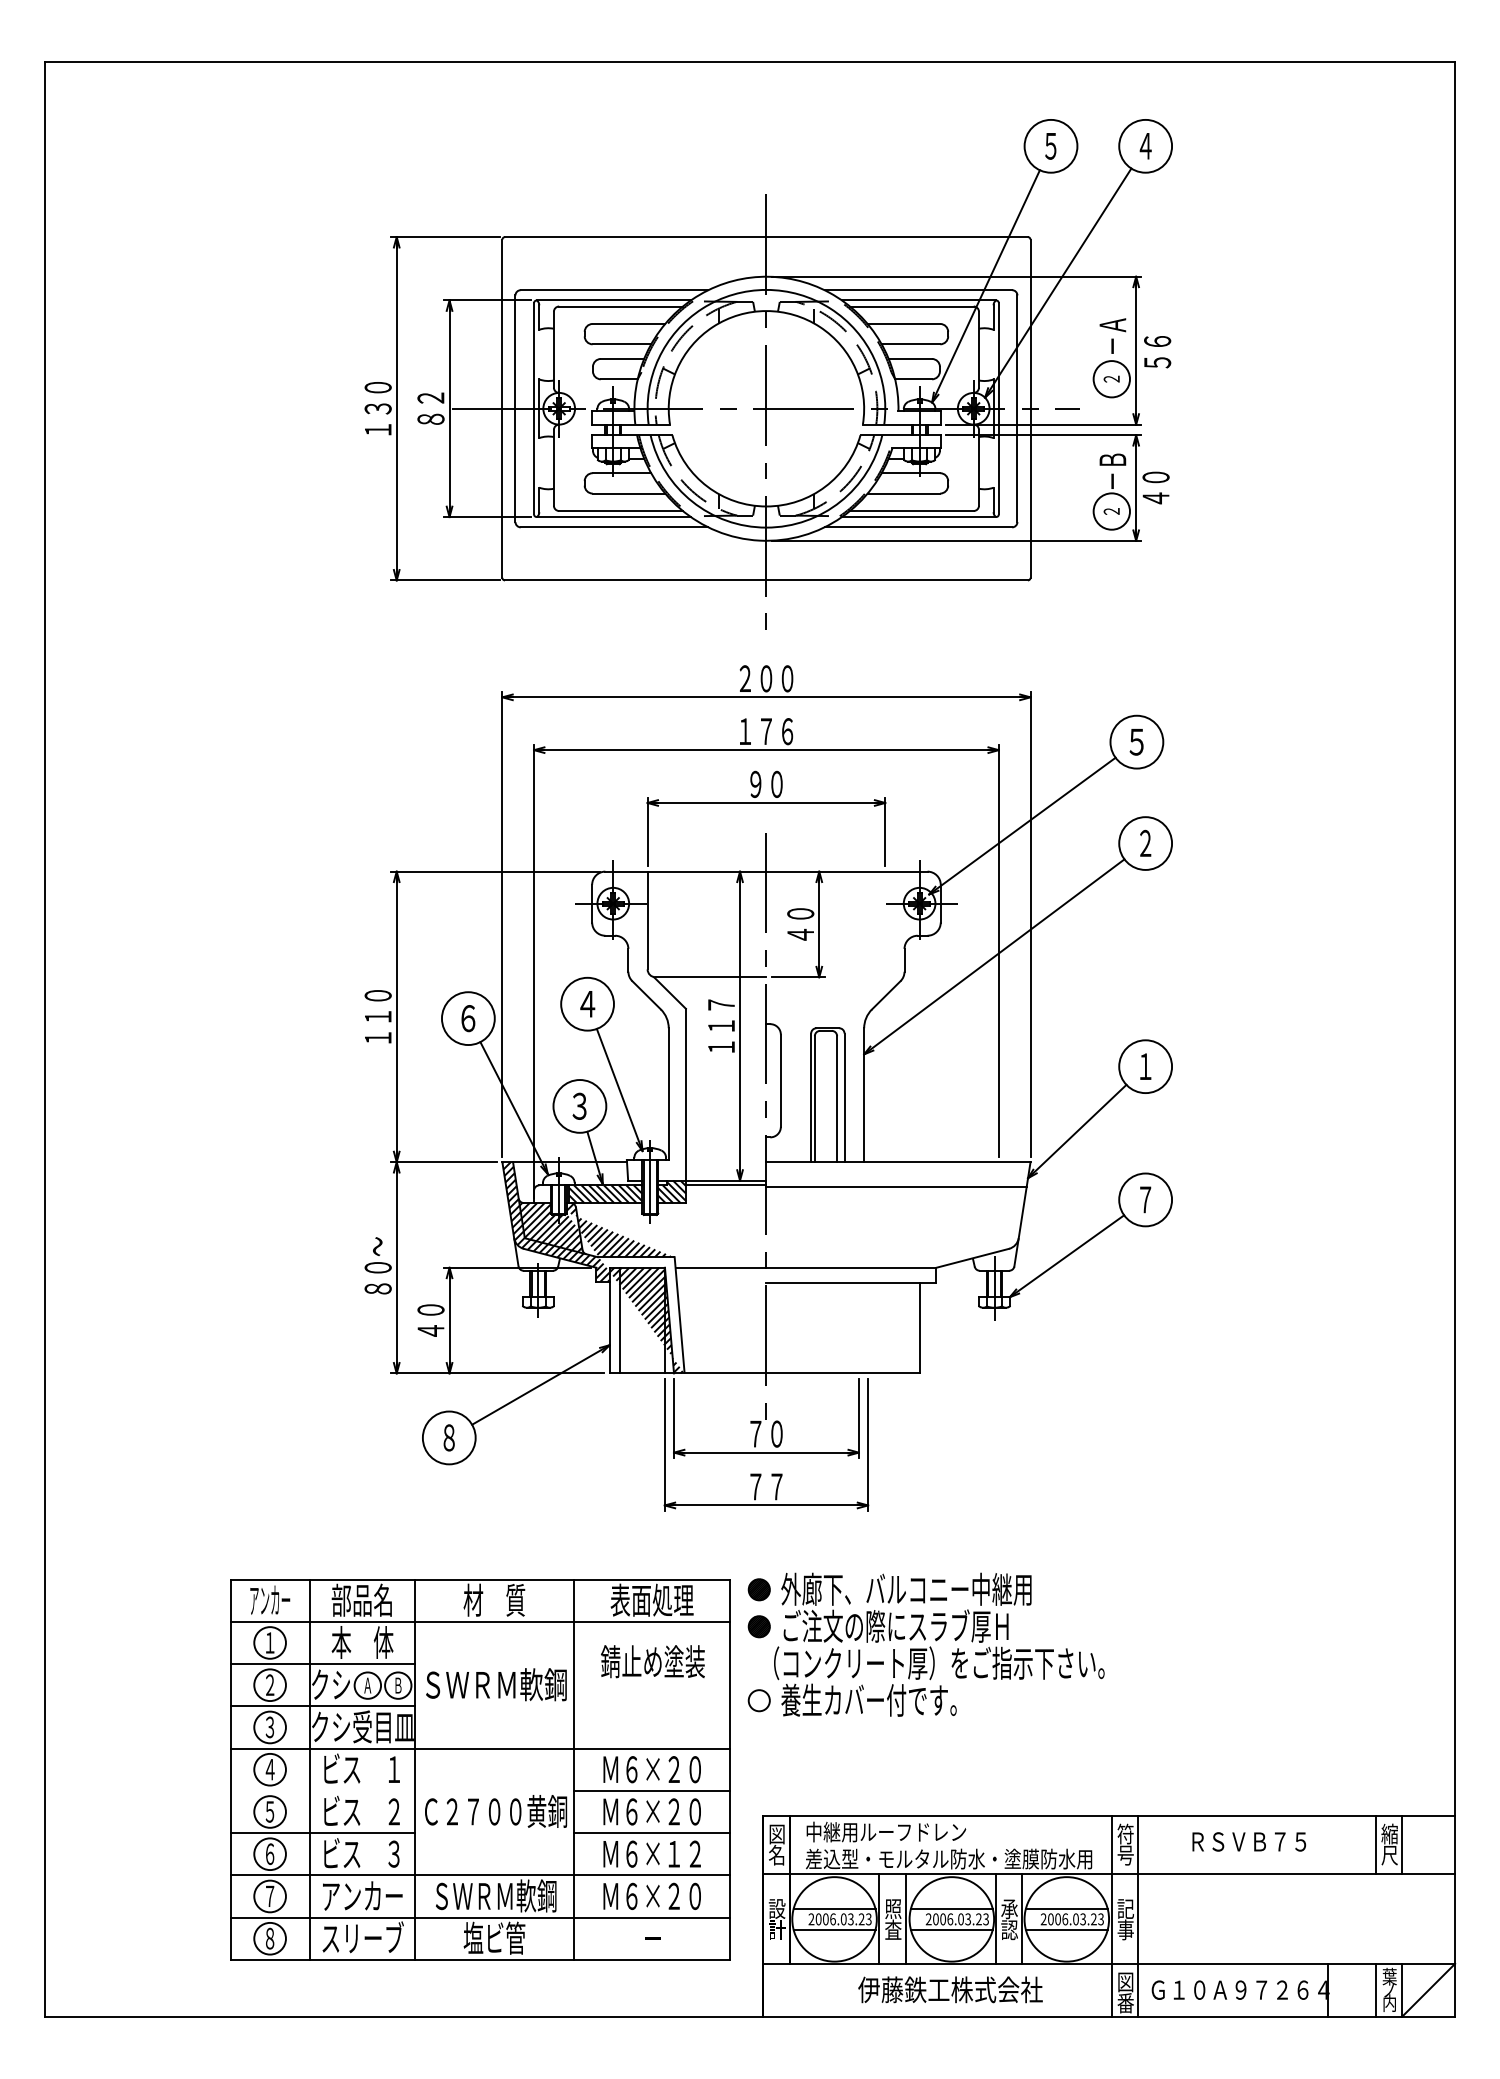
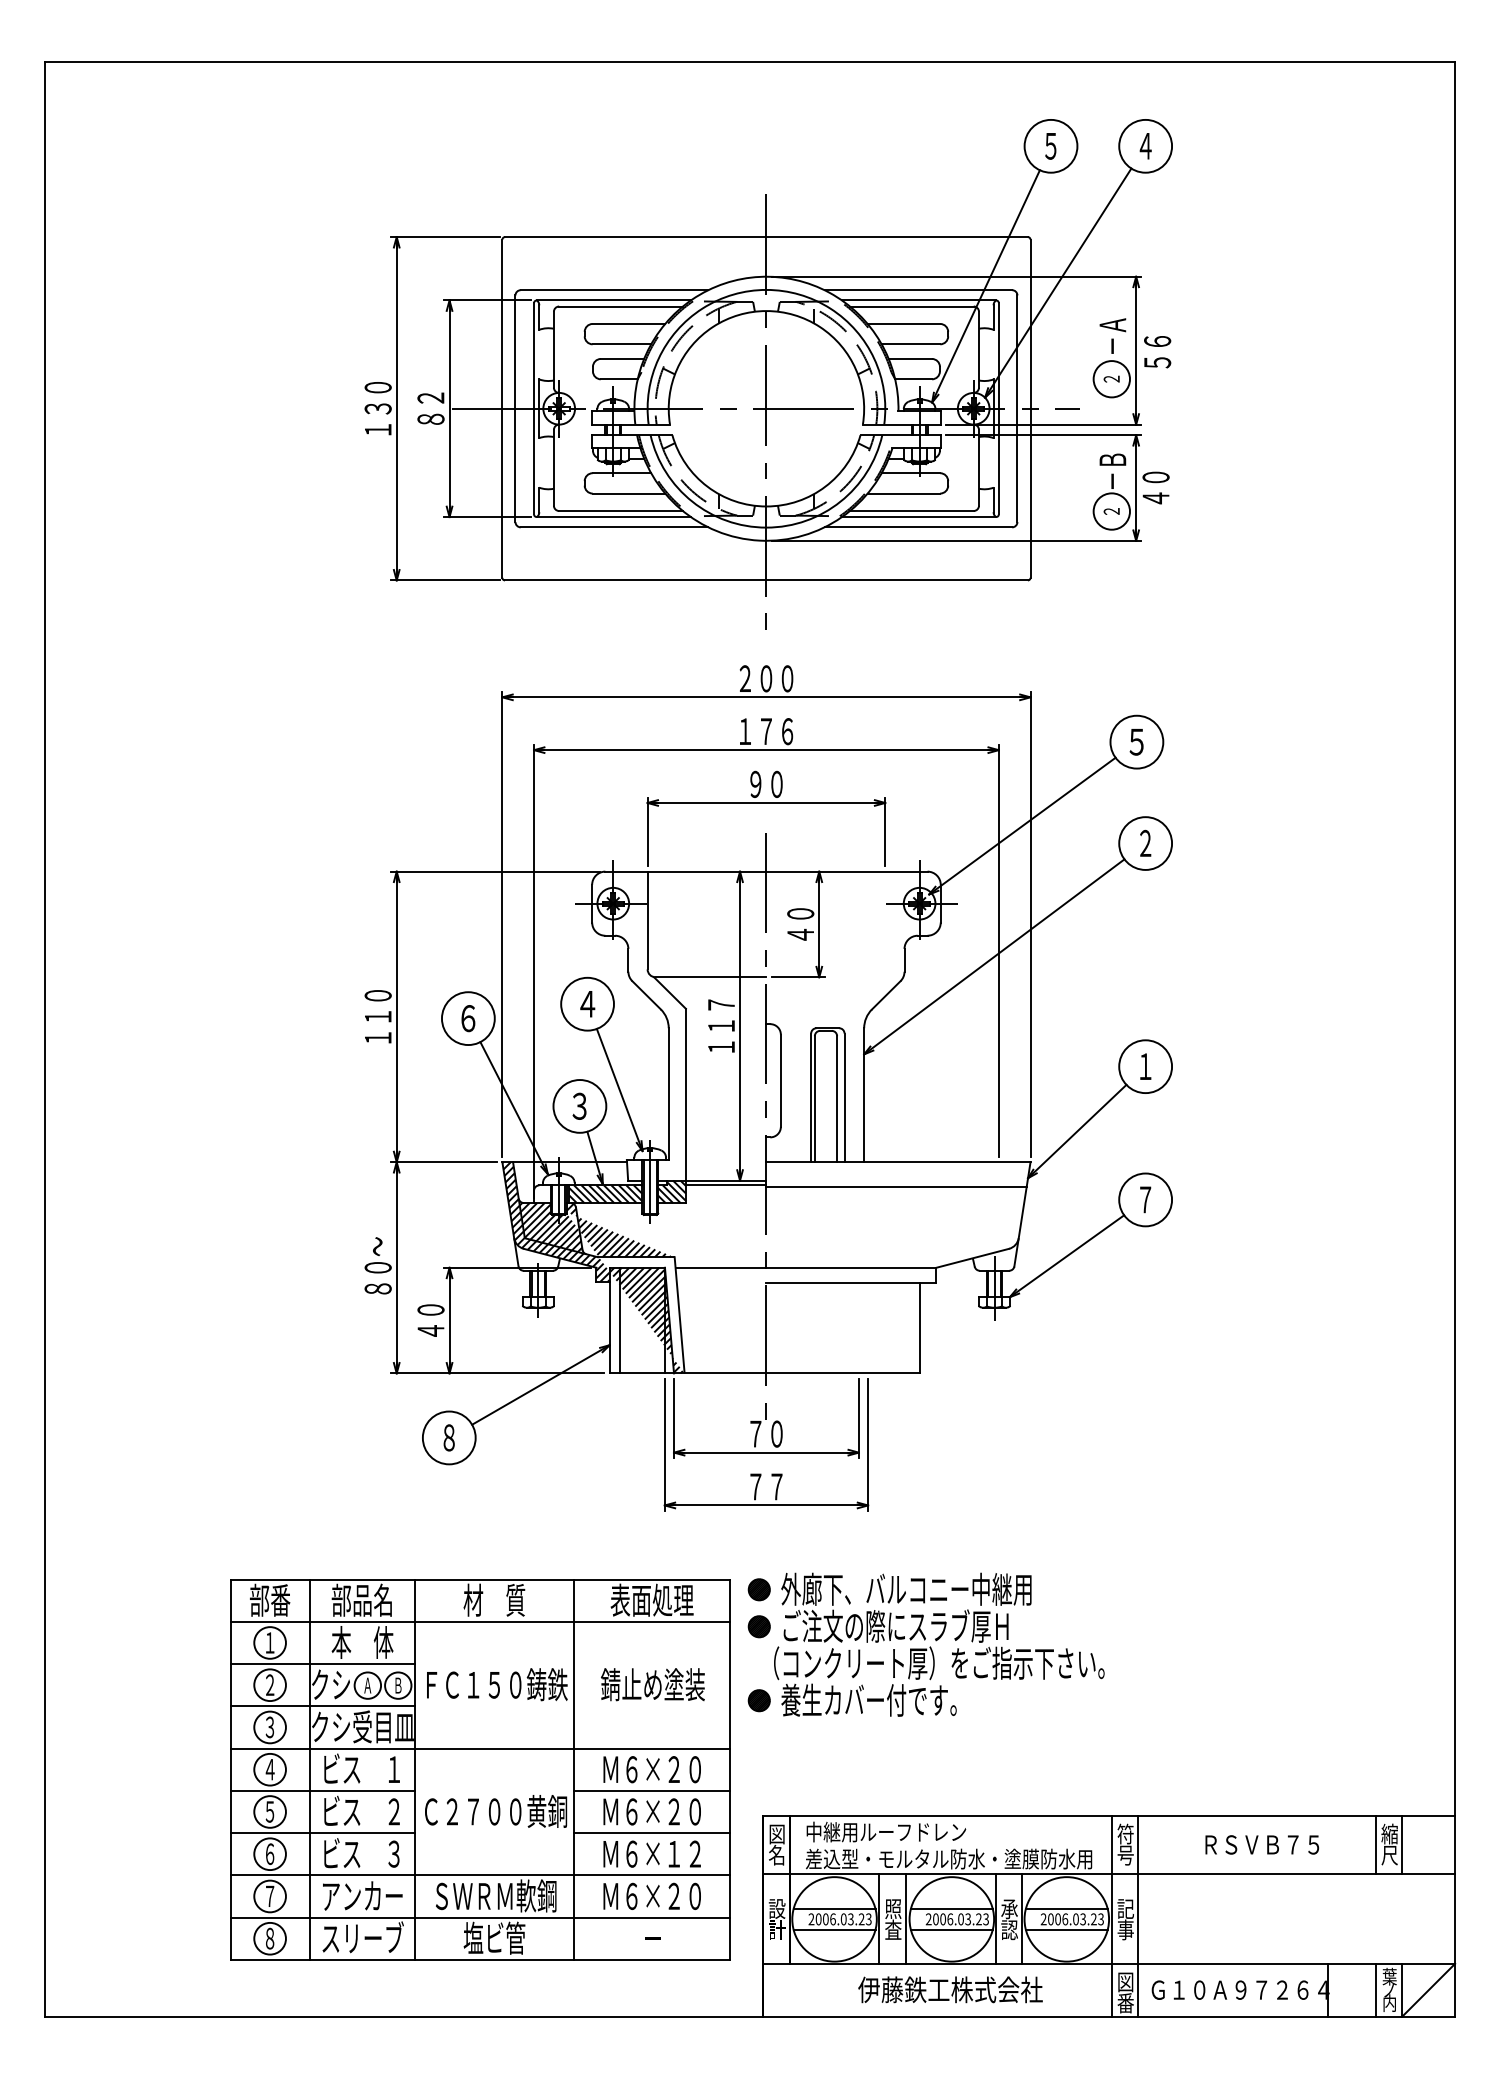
text at (269, 1599): アンカー -> 部番
text at (652, 1661) position: (652, 1661) -> (652, 1684)
text at (496, 1684): ＳＷＲＭ軟鋼 -> ＦＣ１５０鋳鉄
hatch at (758, 1700): none -> present
line at (322, 1790): none -> present
text at (1249, 1841) position: (1249, 1841) -> (1262, 1844)
